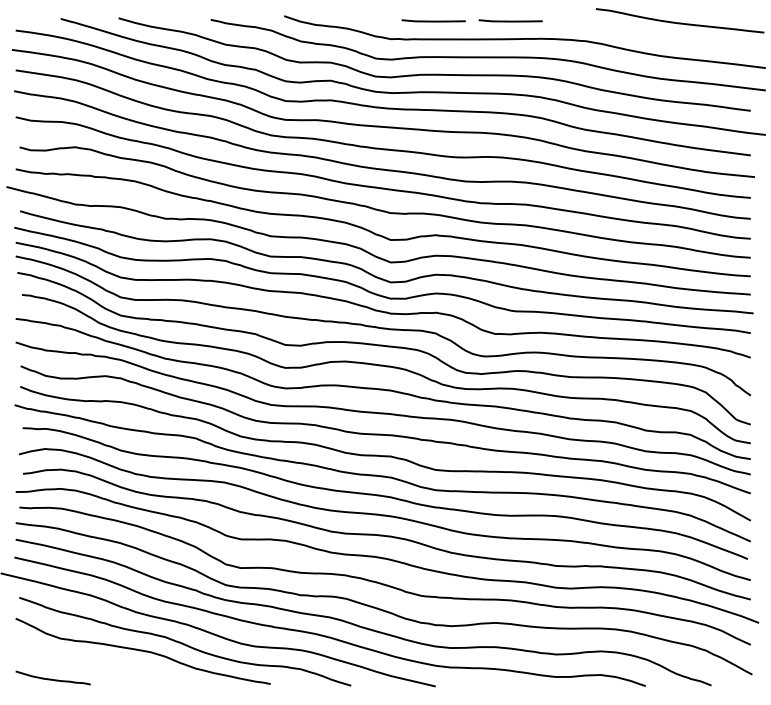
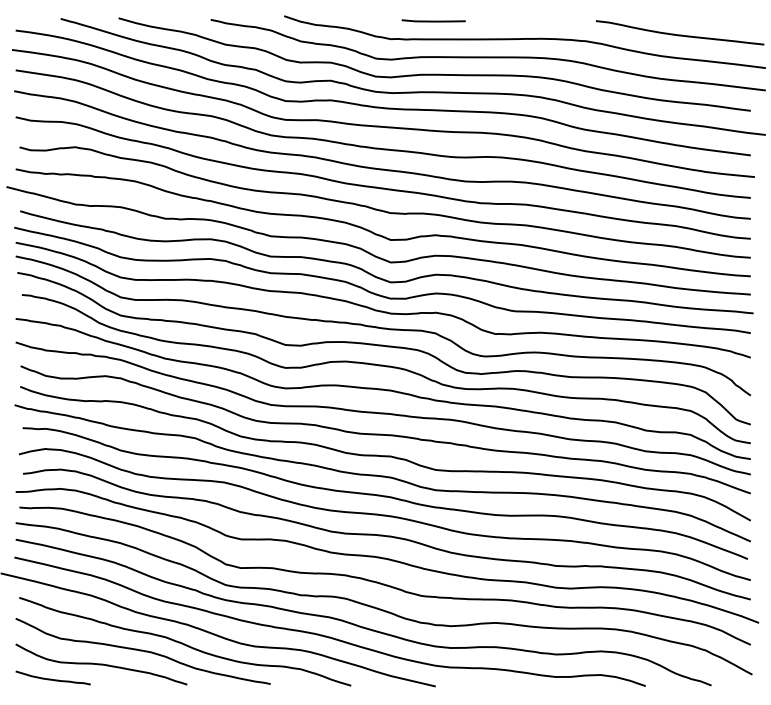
line at (510, 20): present -> none
curve at (679, 22) position: (679, 22) -> (679, 34)
curve at (101, 664): none -> present
